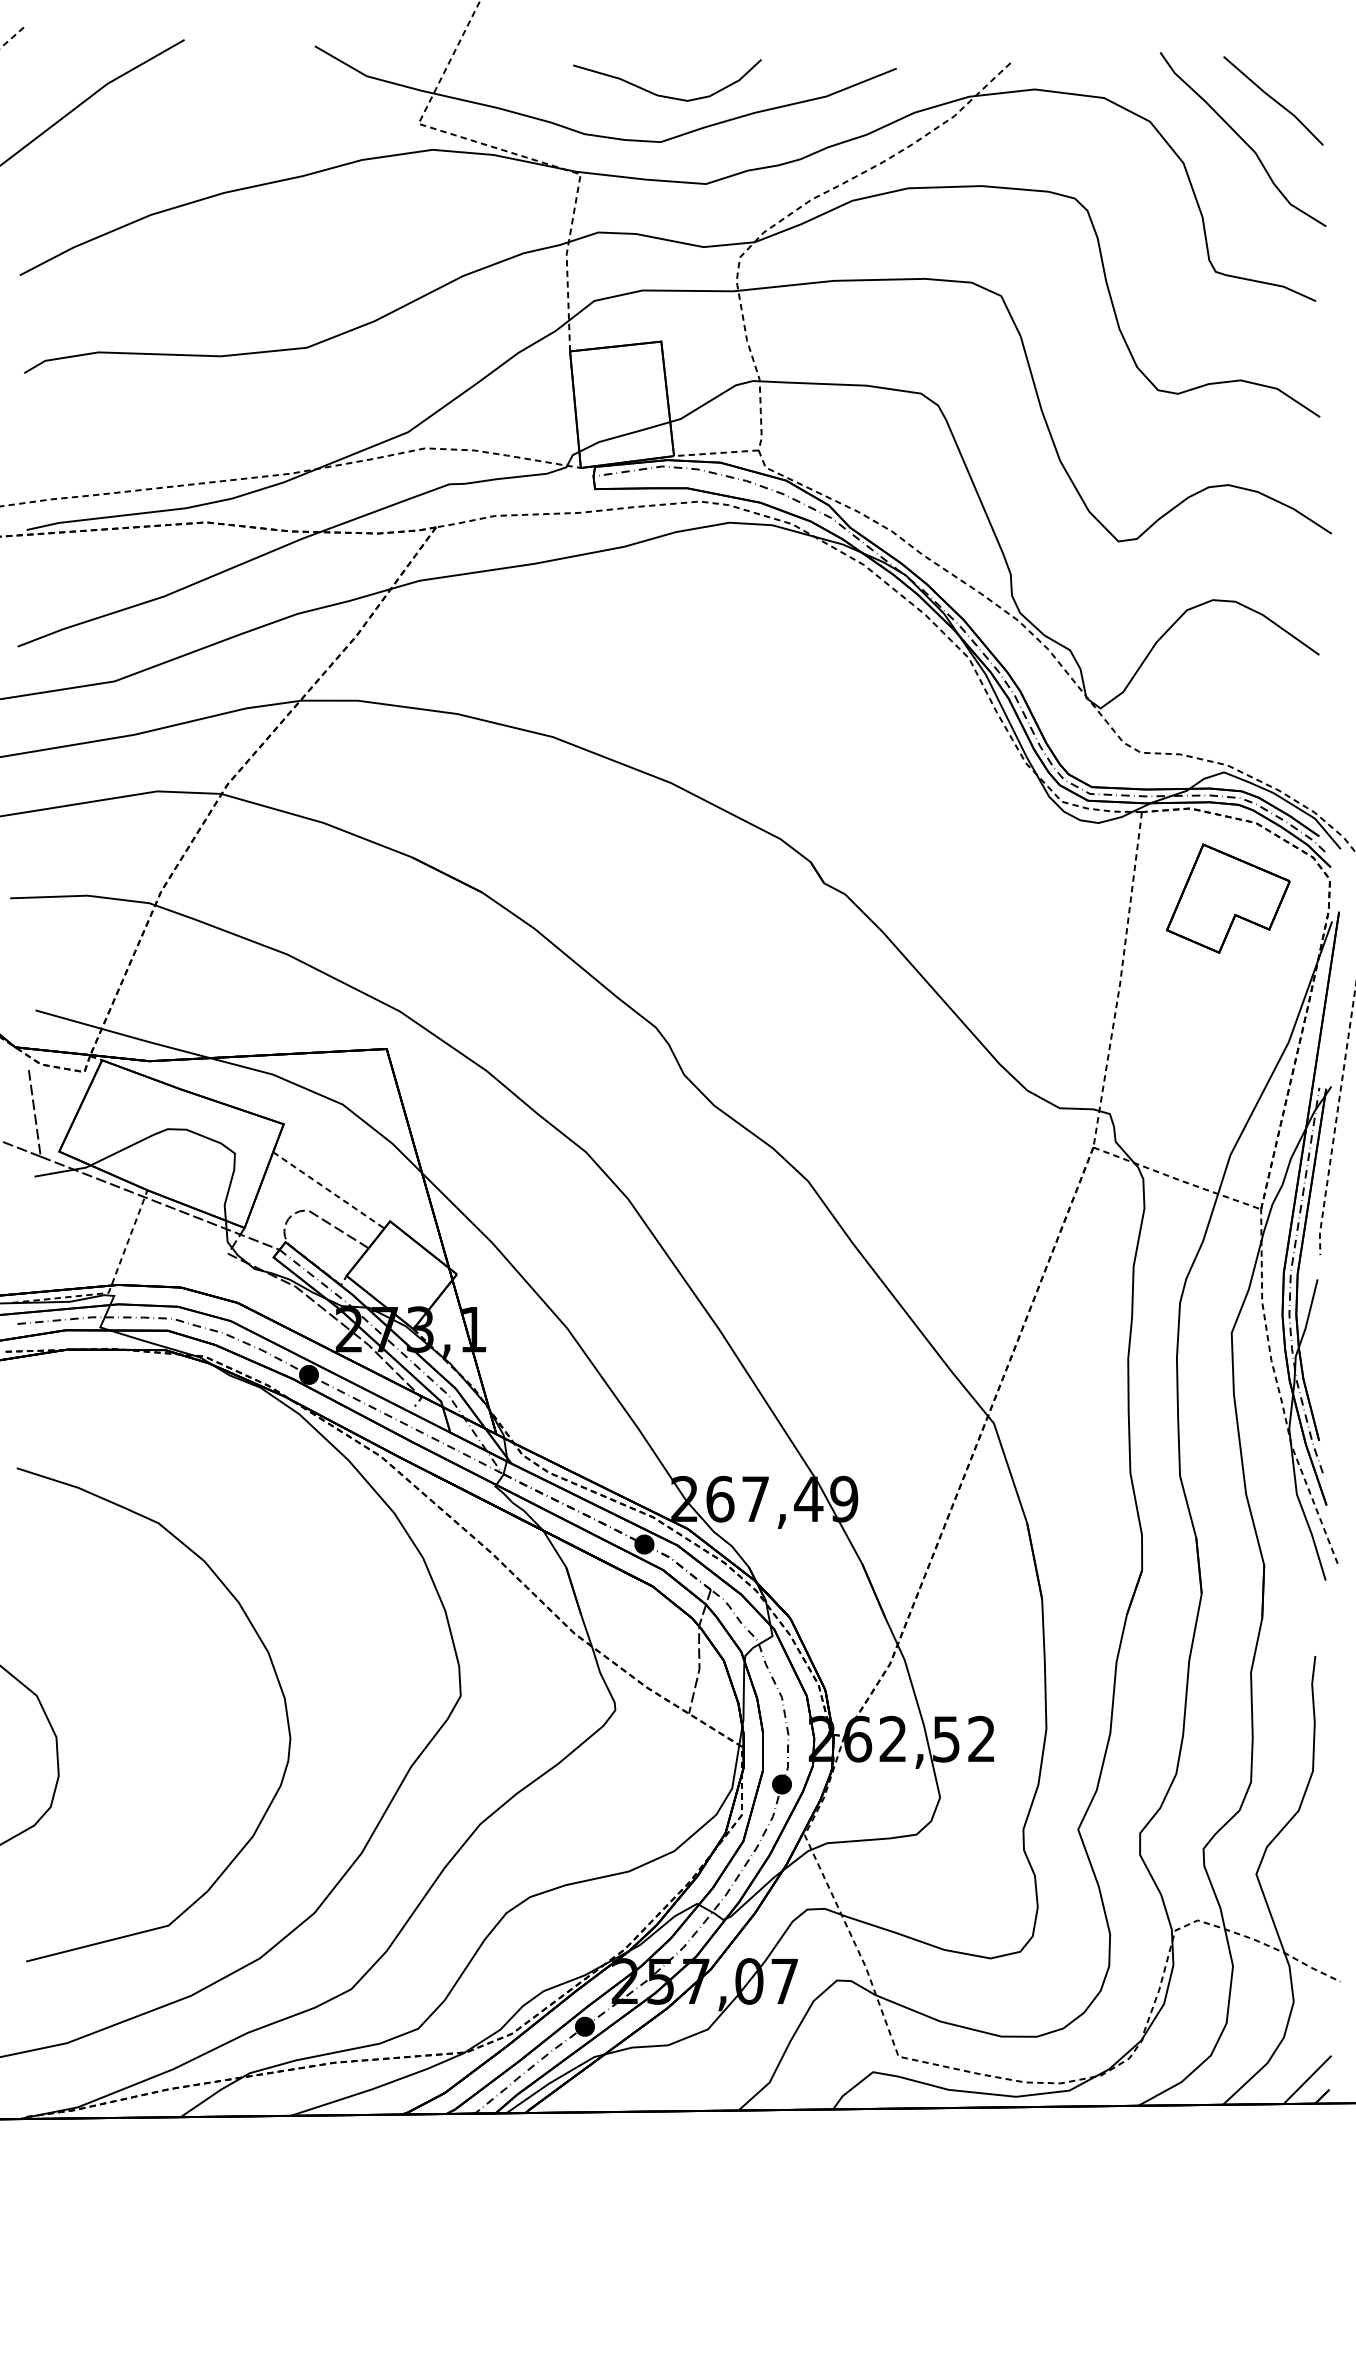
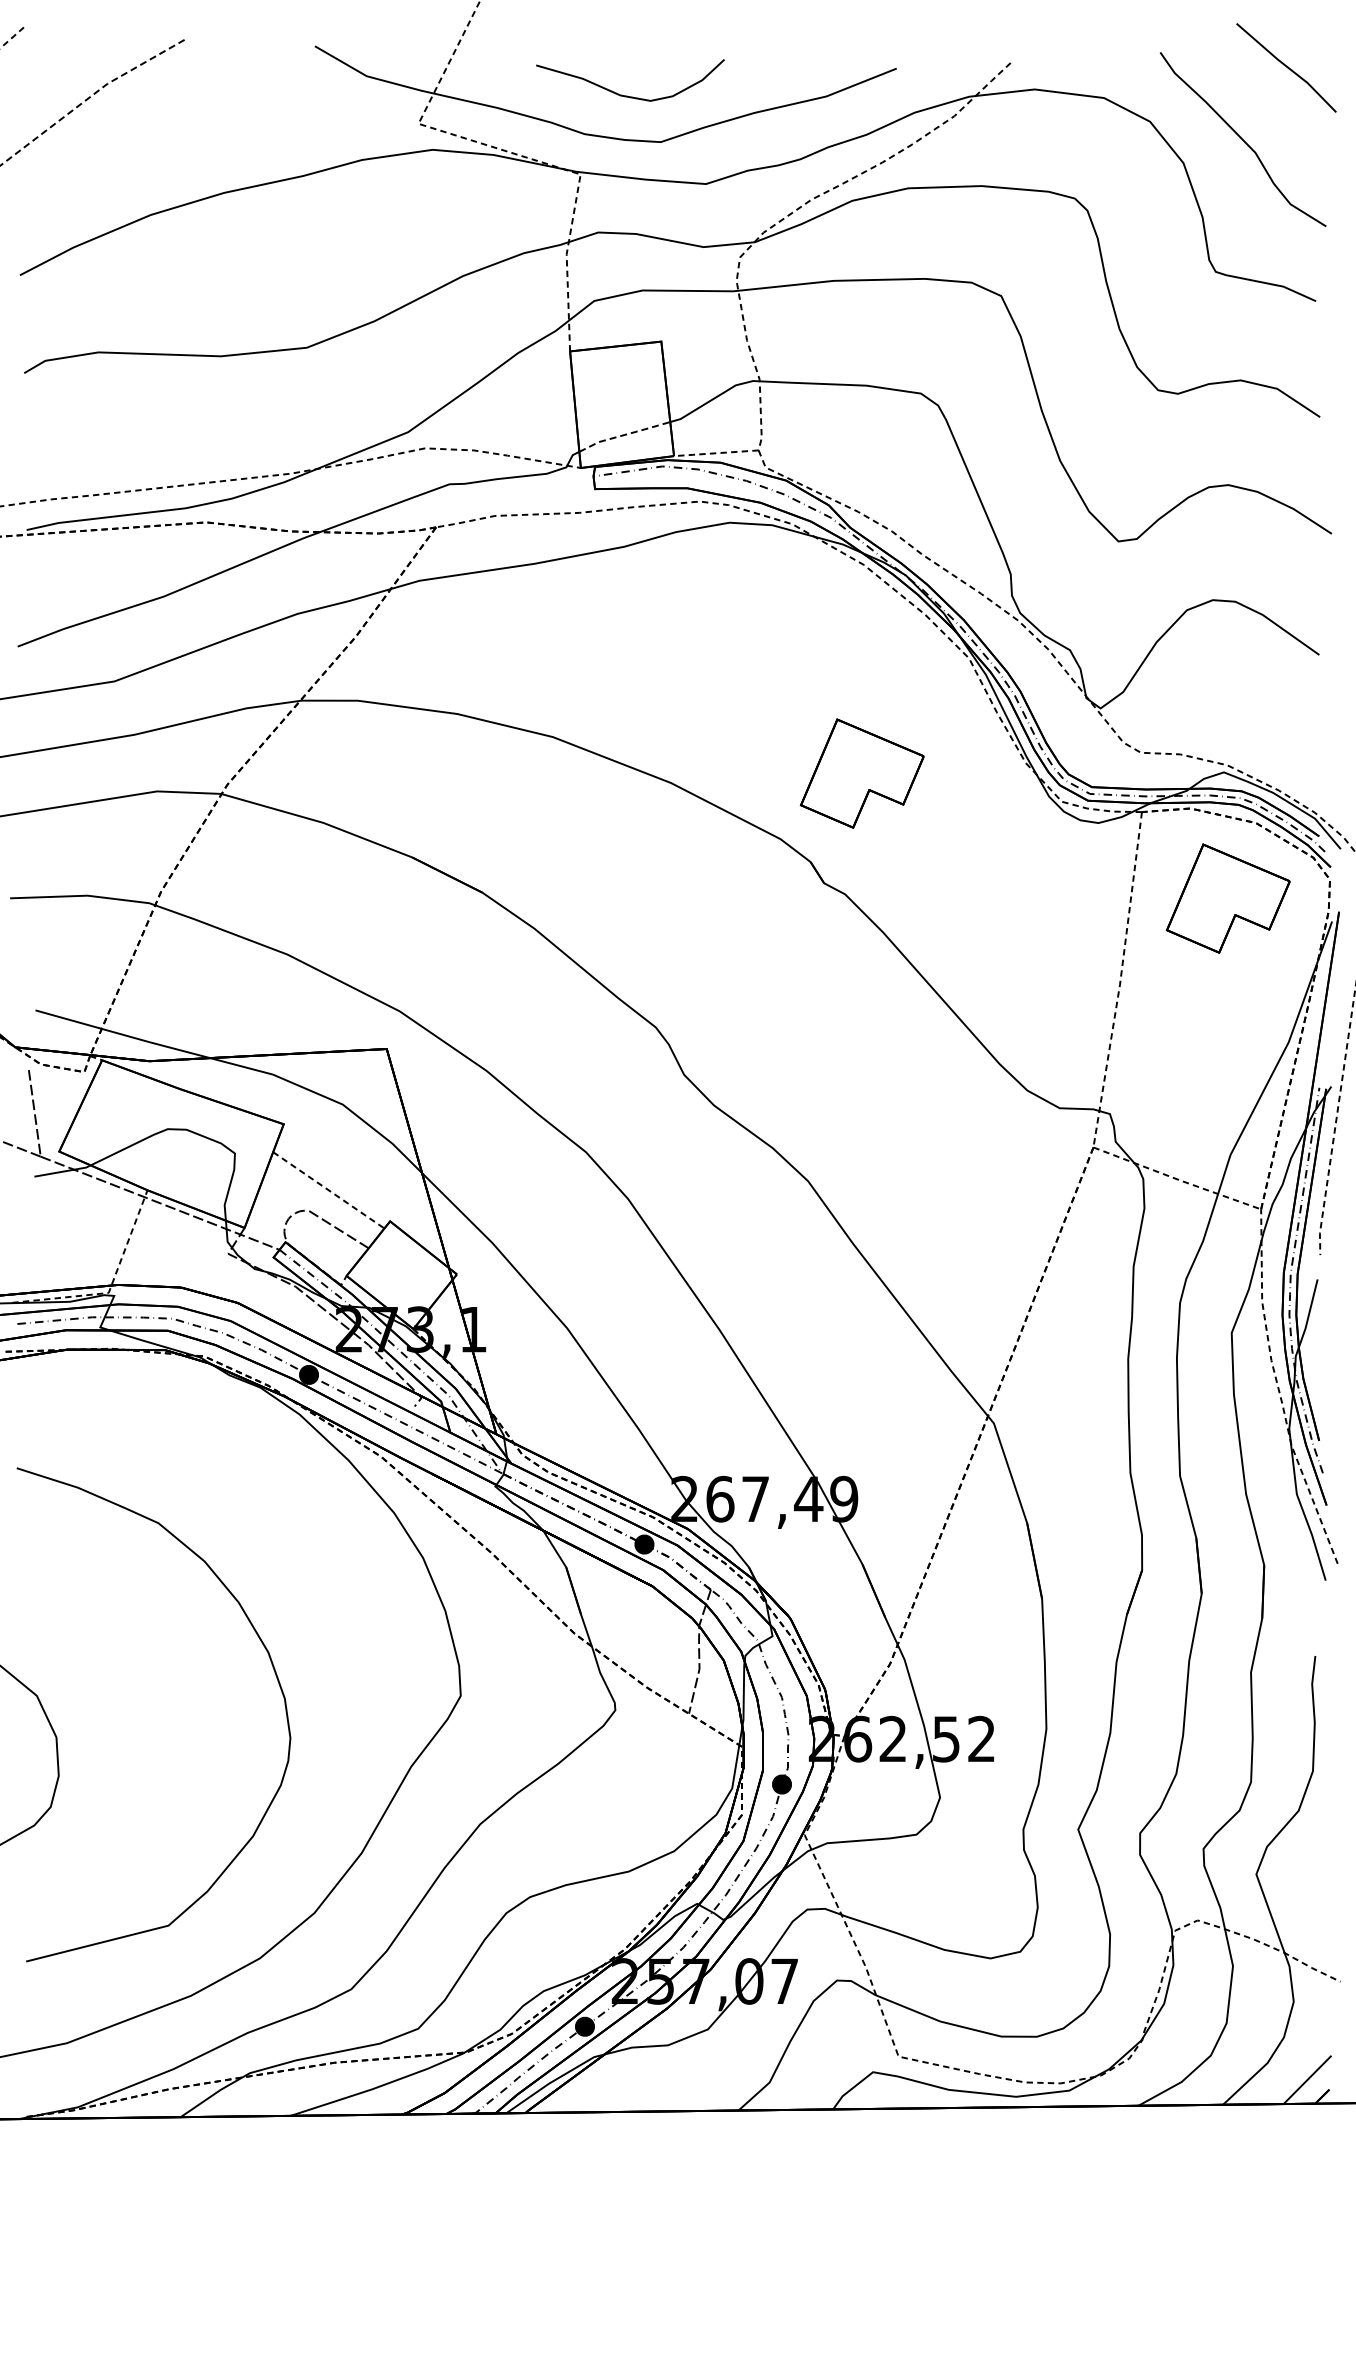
curve at (664, 95) position: (664, 95) -> (627, 95)
line at (89, 97): solid -> dashed
line at (1273, 100) position: (1273, 100) -> (1286, 67)
line at (624, 435): solid -> dashed
part at (861, 773): none -> present
